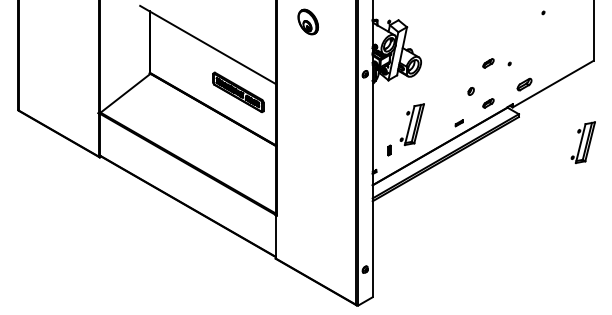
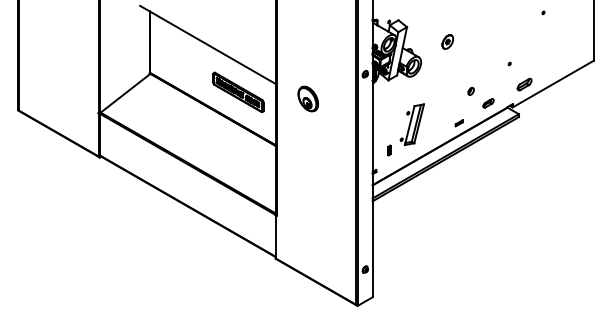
part at (307, 21) position: (307, 21) -> (307, 98)
part at (447, 41): none -> present
part at (488, 63): present -> none
part at (582, 142): present -> none
